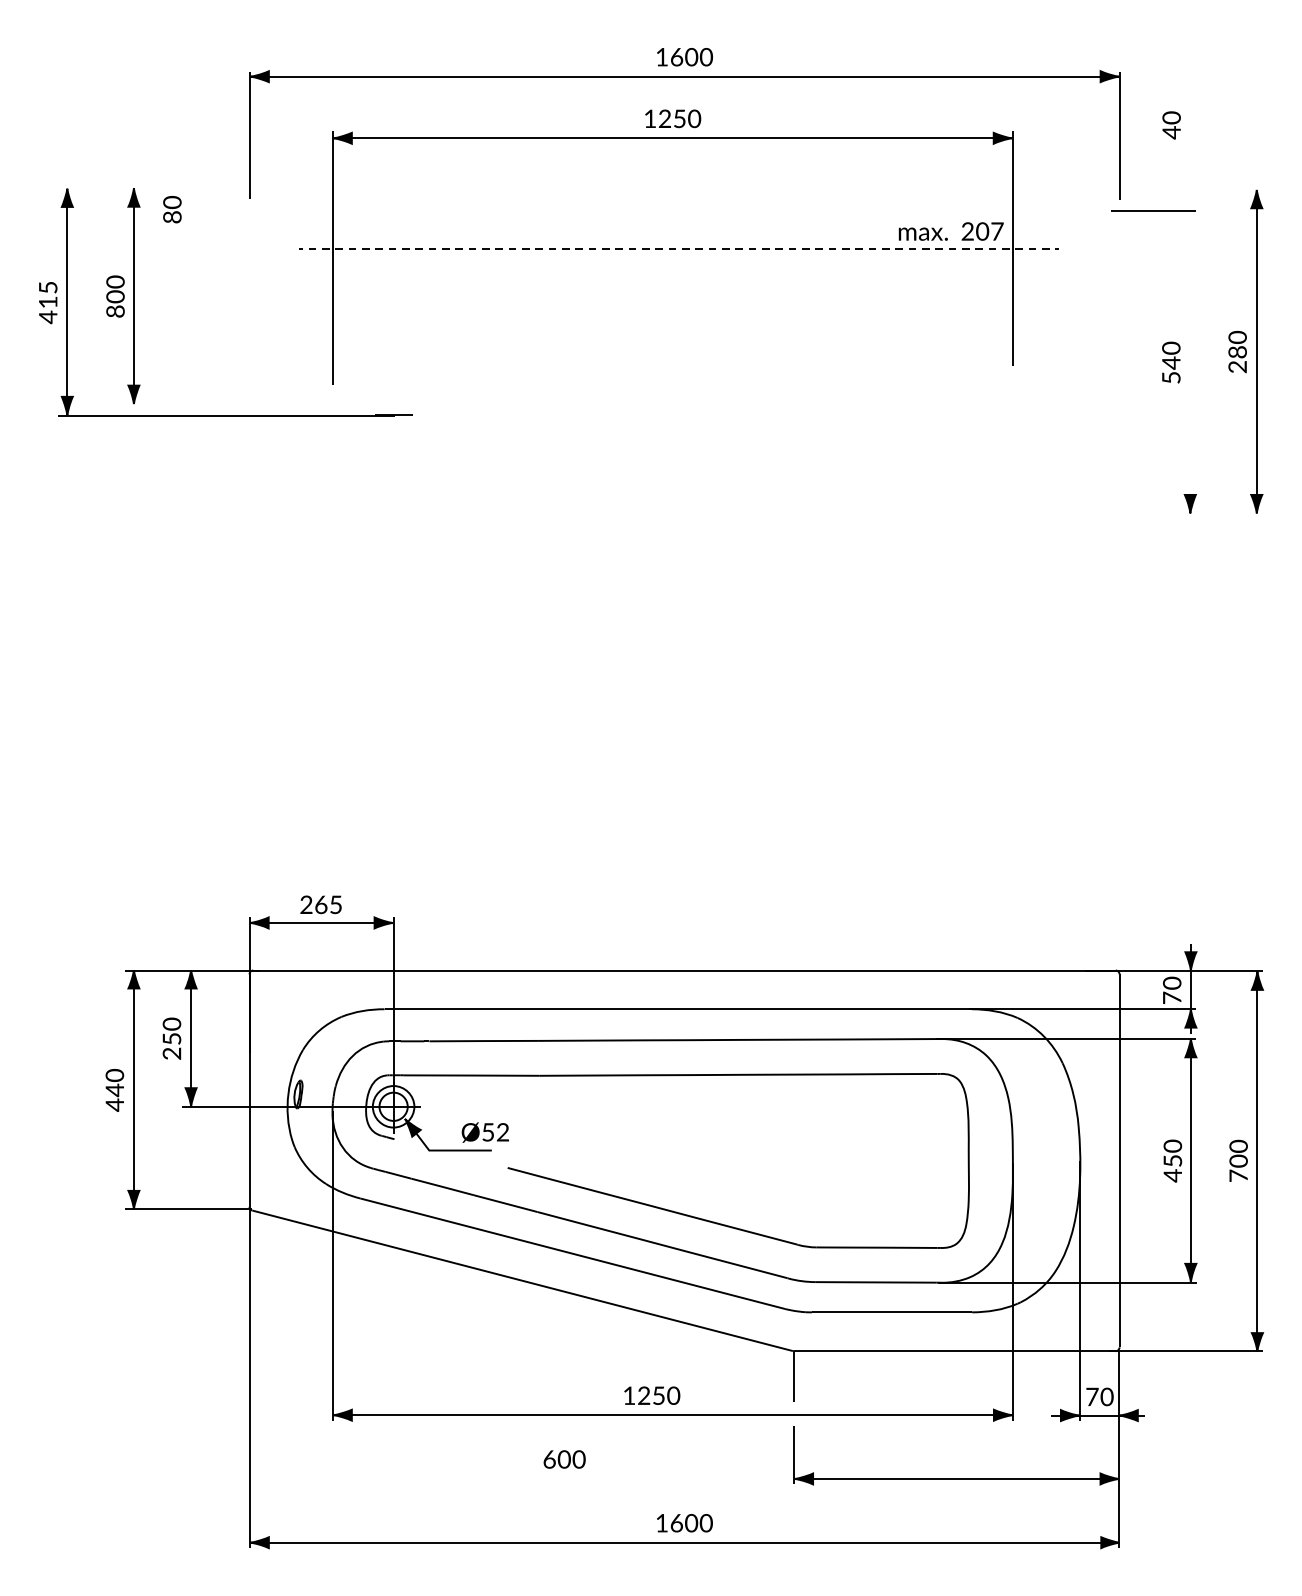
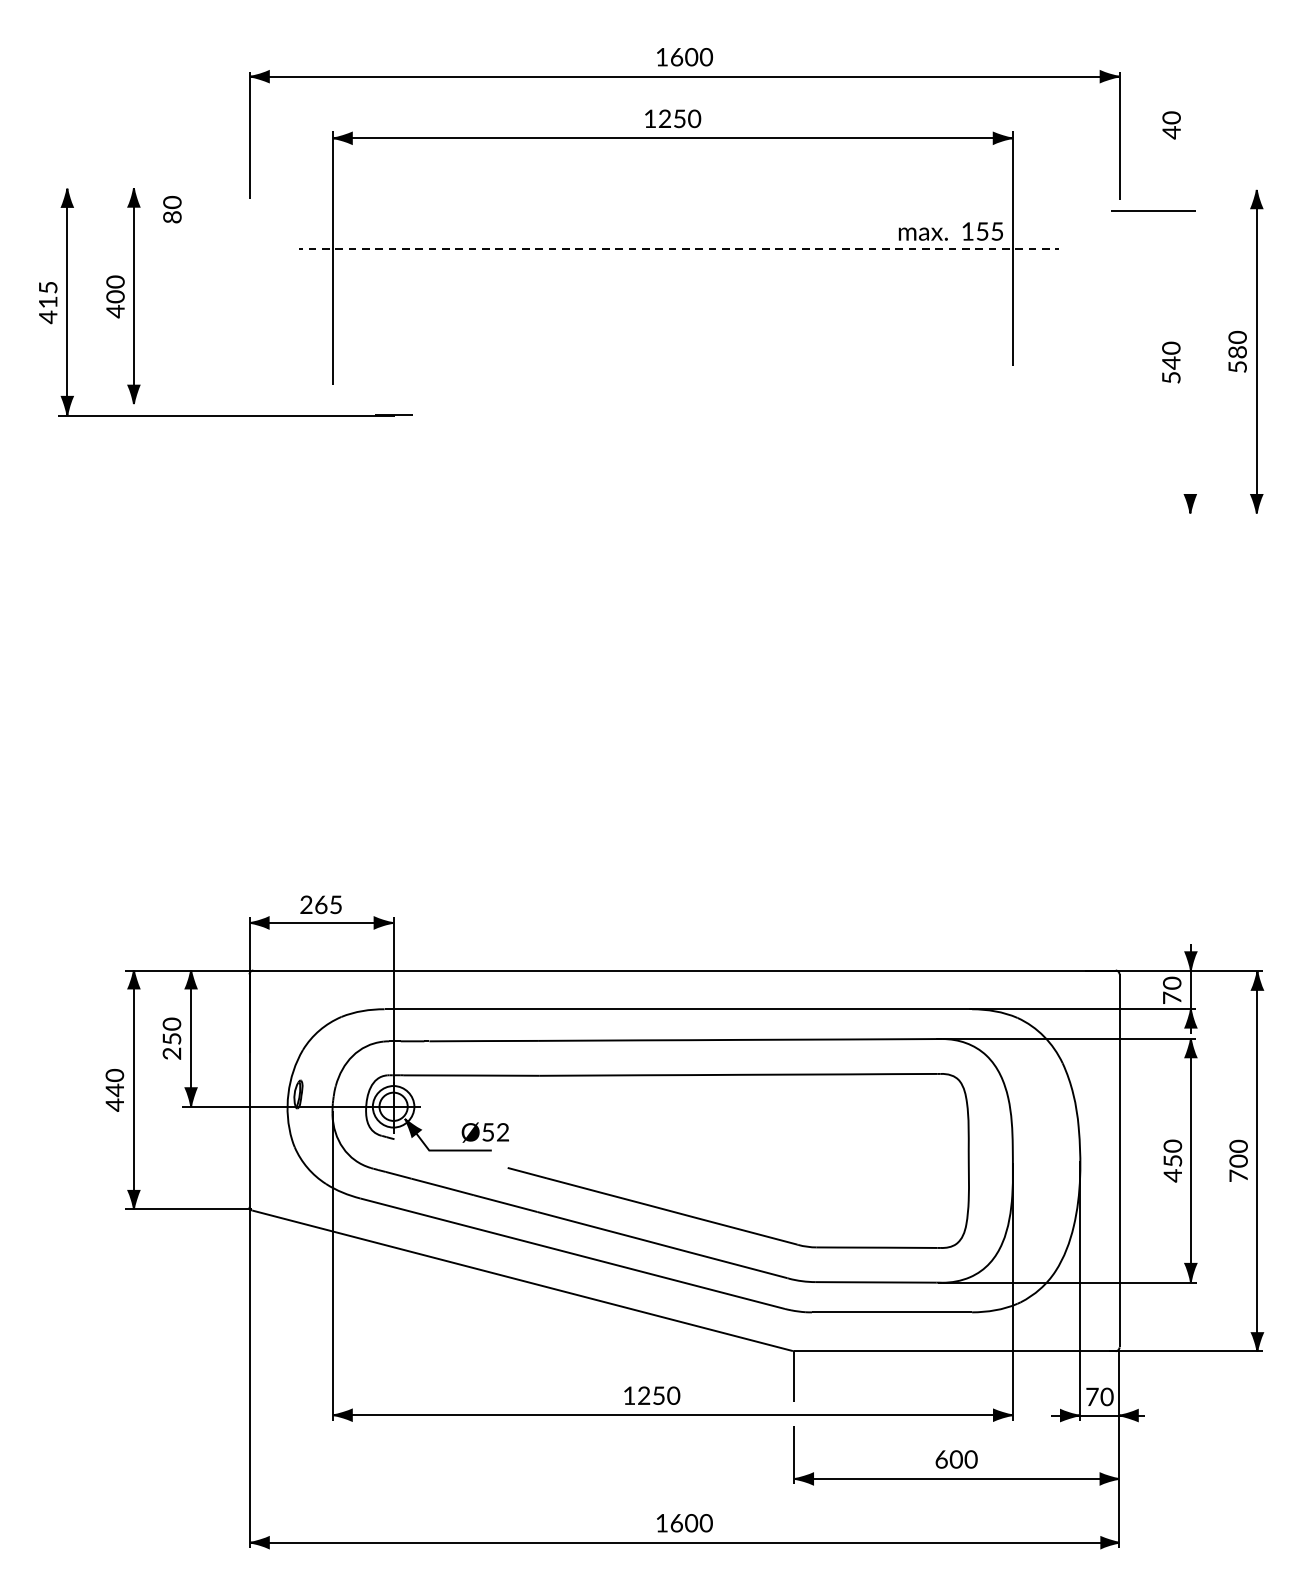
text at (982, 231): 207 -> 155
text at (115, 311): 800 -> 400
text at (1237, 367): 280 -> 580
text at (564, 1459) position: (564, 1459) -> (956, 1459)
